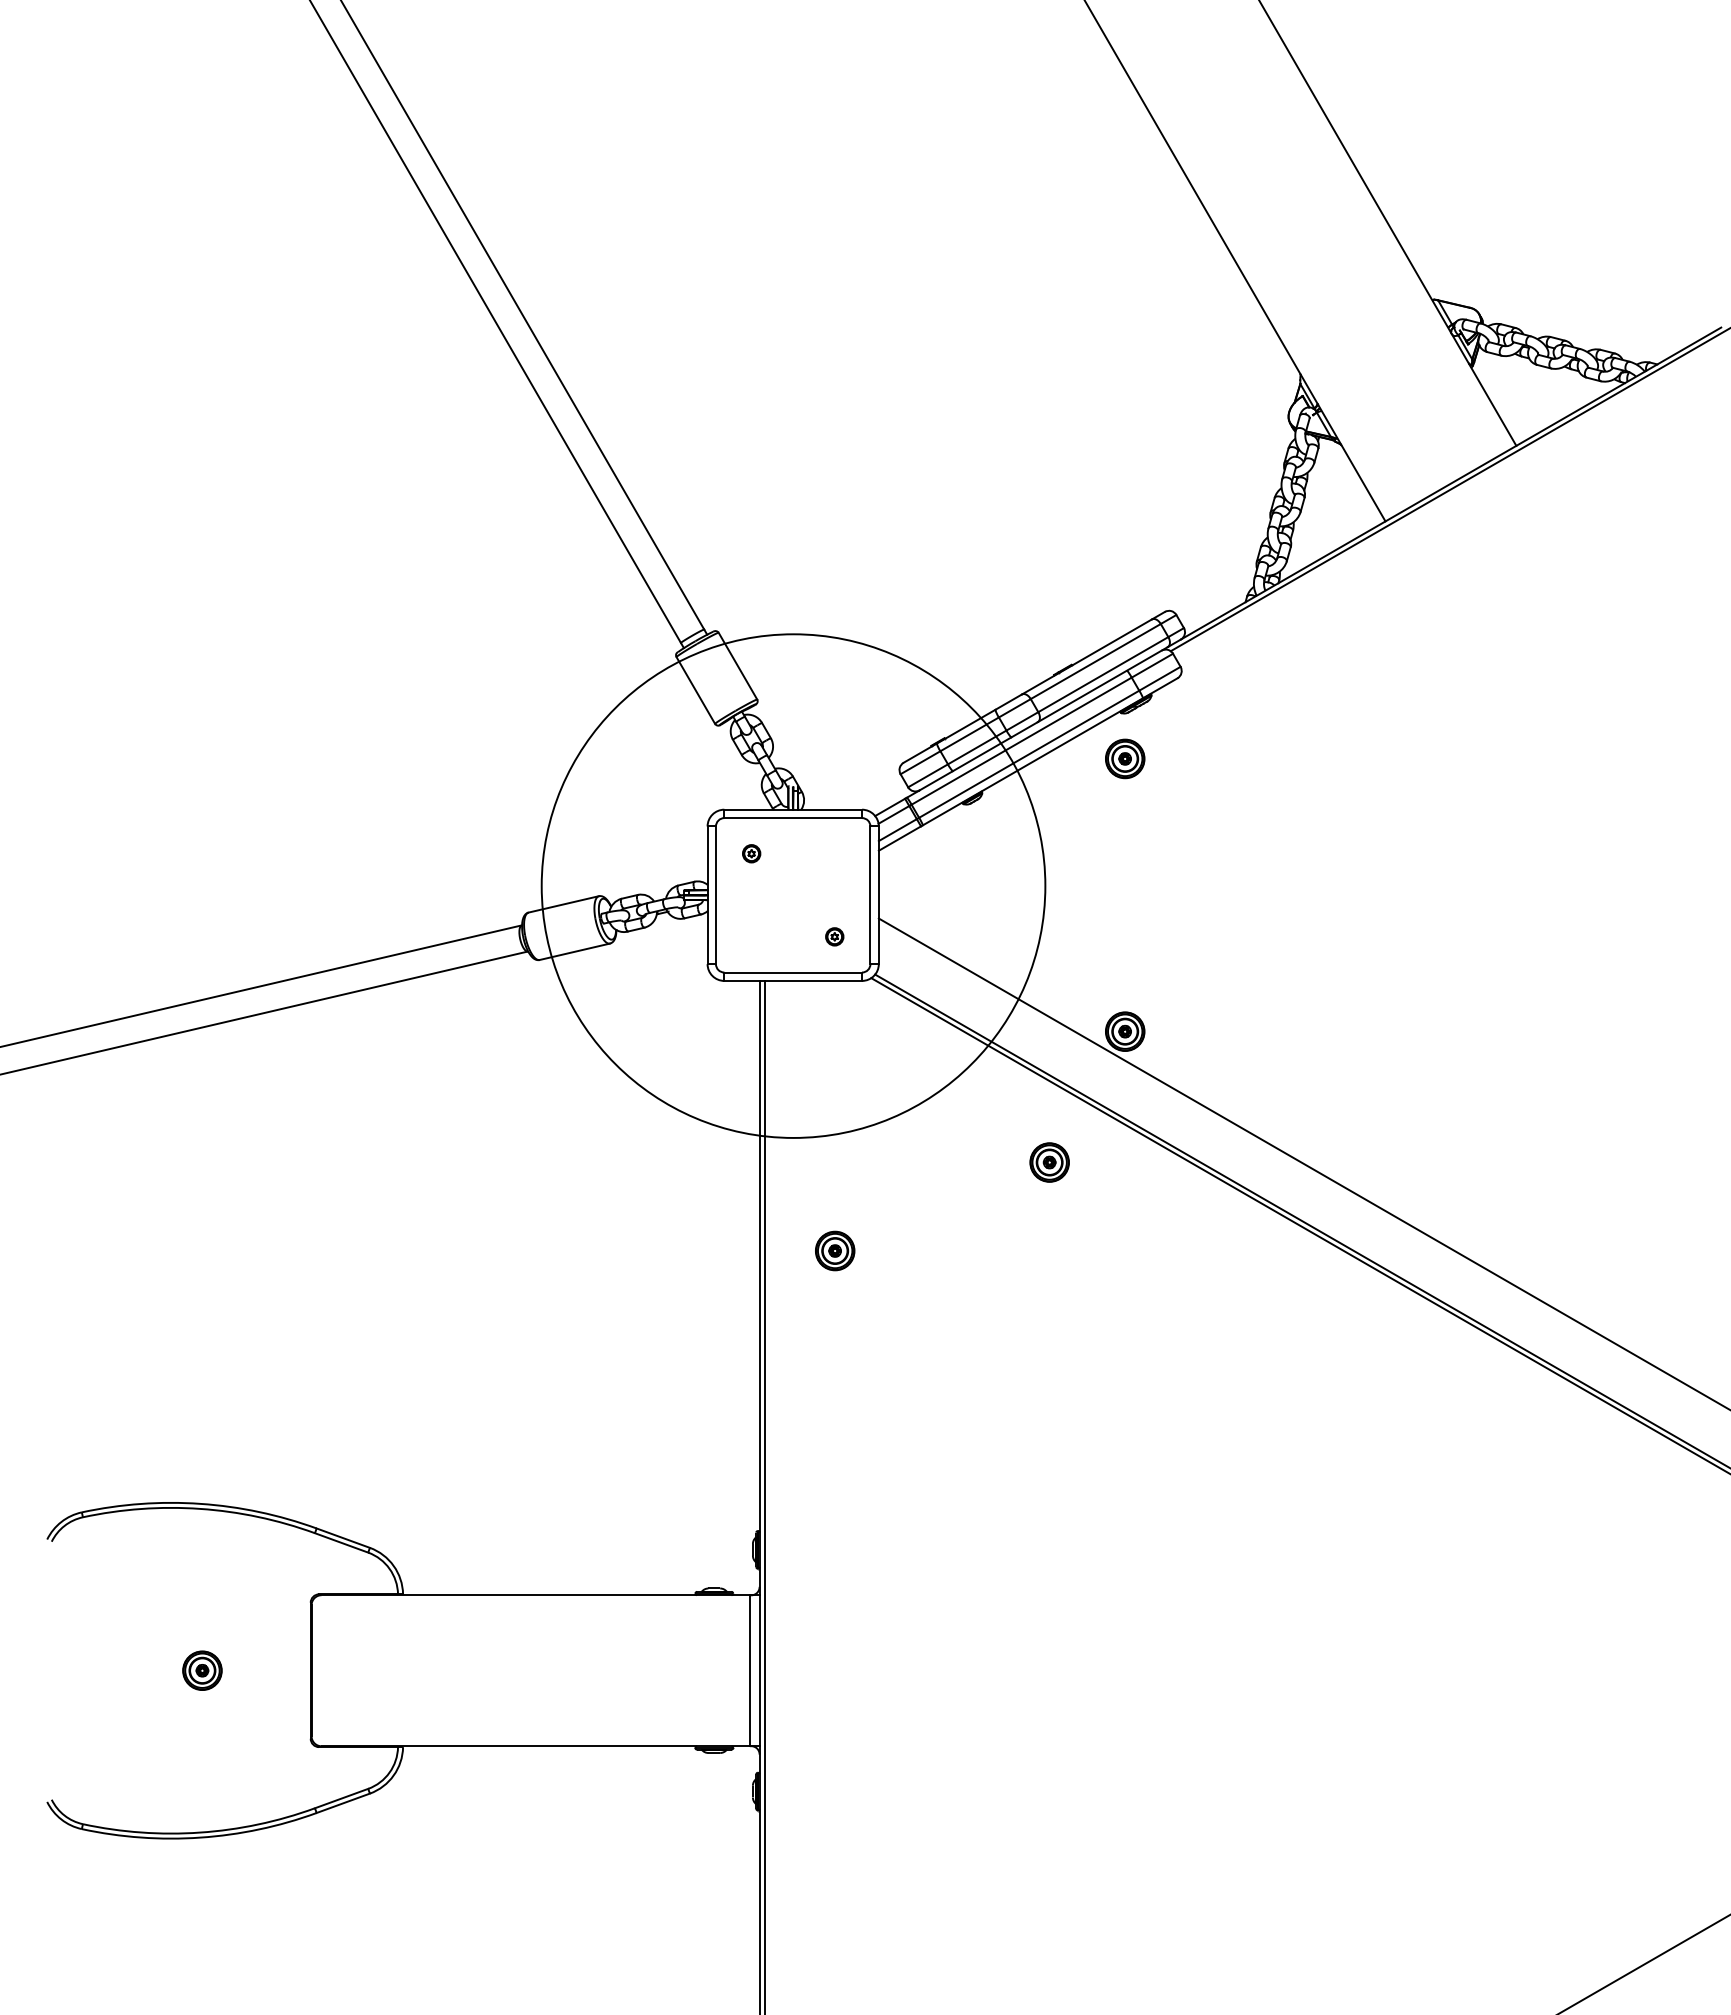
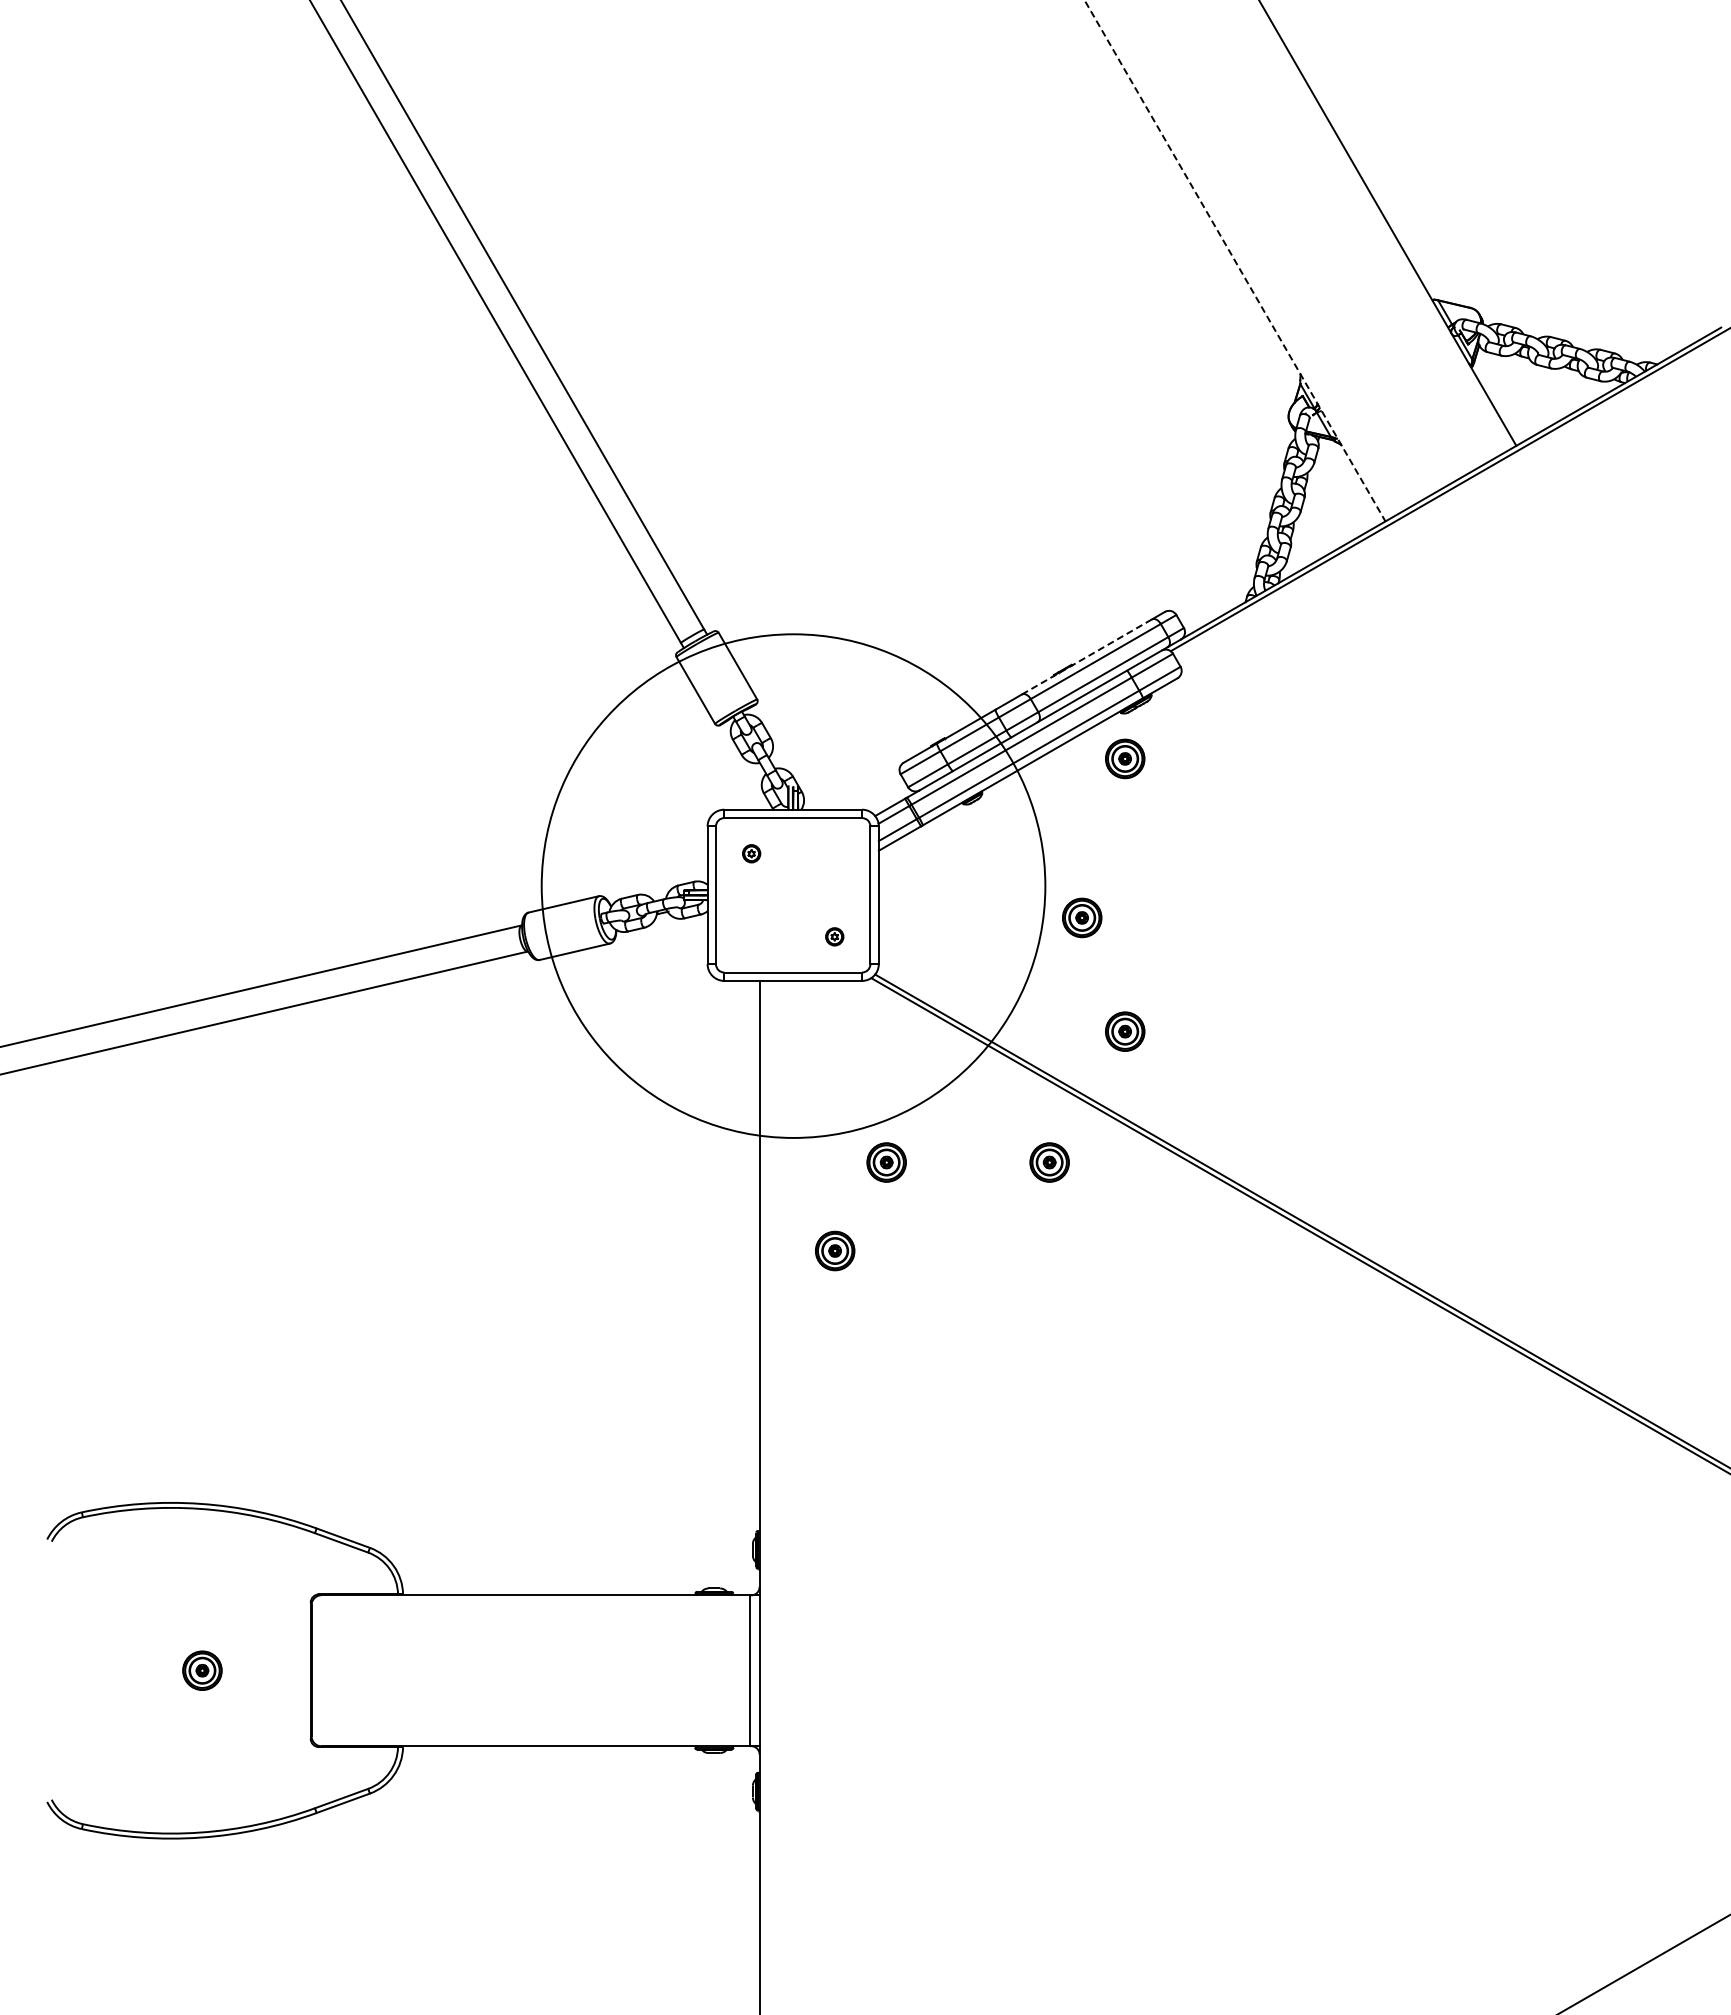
line at (1235, 260): solid -> dashed
line at (1087, 656): solid -> dashed
part at (1082, 917): none -> present
part at (886, 1162): none -> present
line at (1302, 1163): present -> none
line at (764, 1495): present -> none
